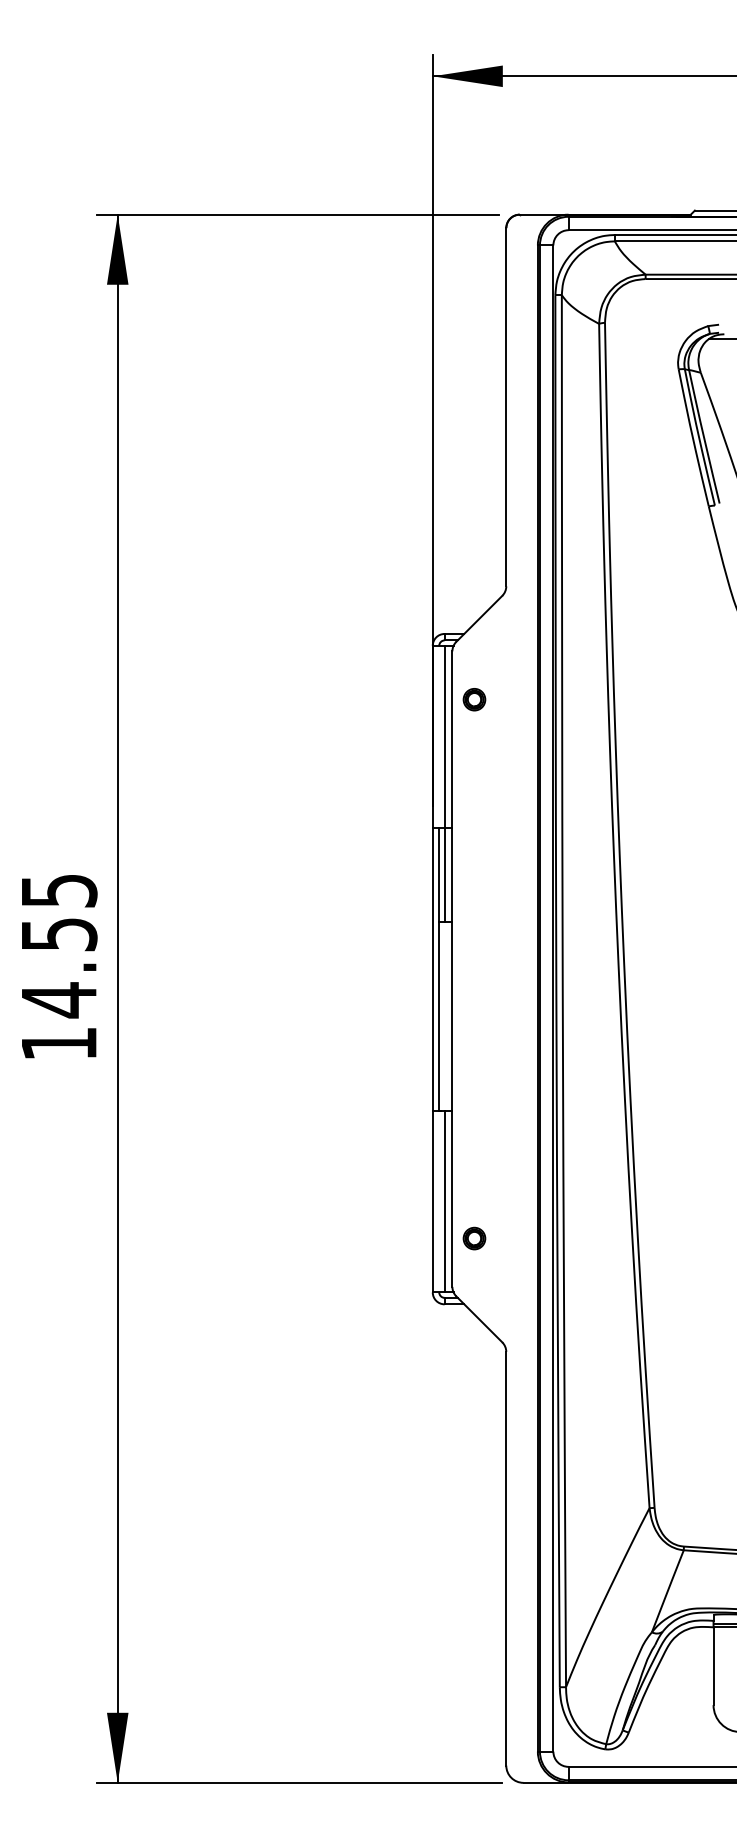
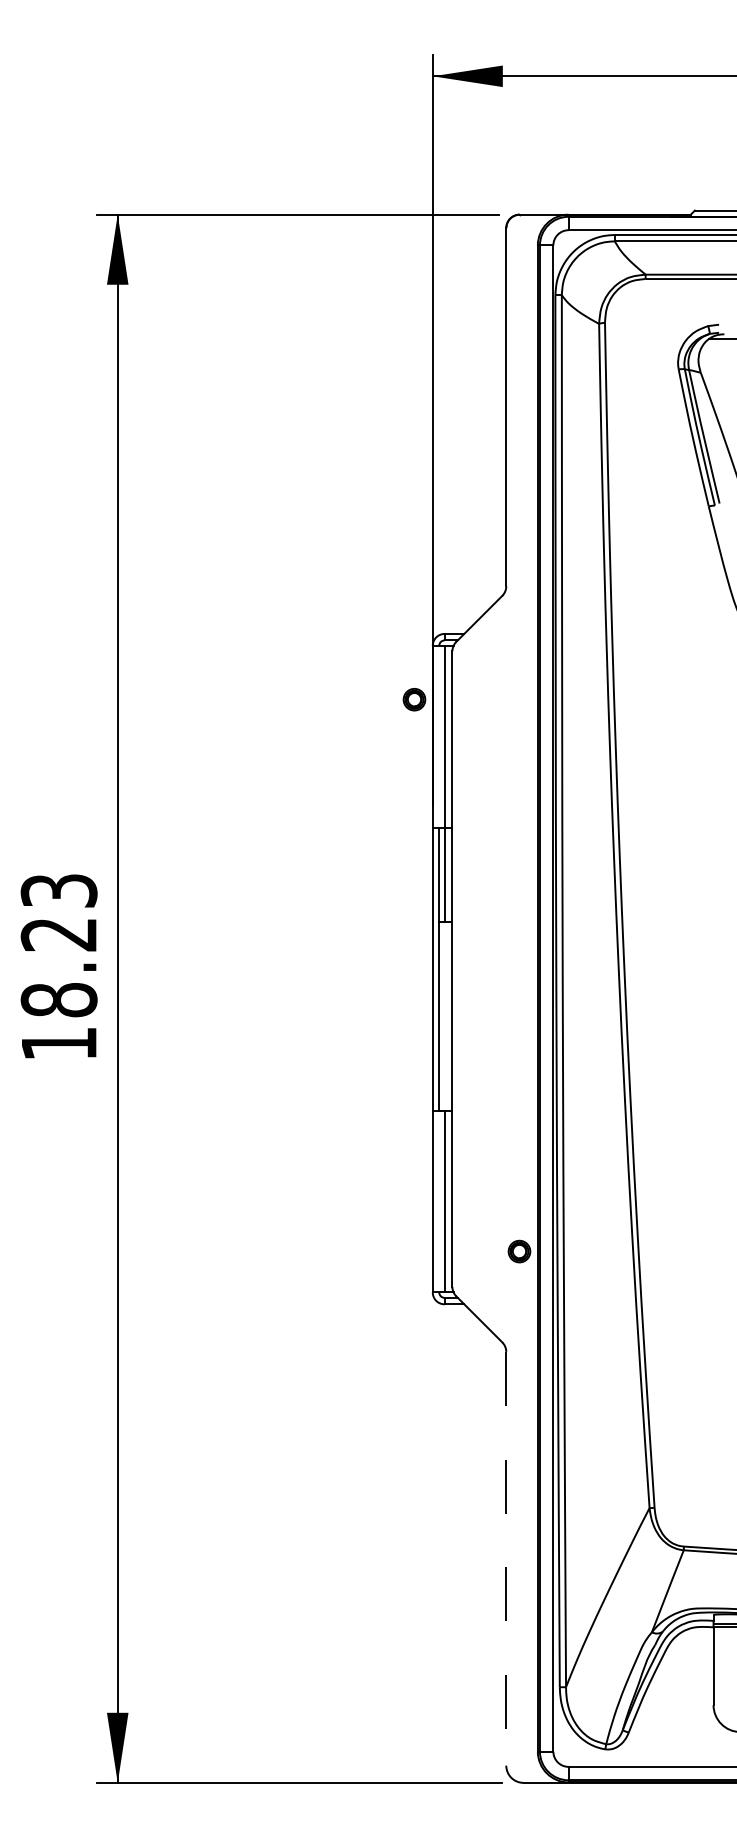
part at (474, 699) position: (474, 699) -> (414, 699)
text at (58, 946): 14.55 -> 18.23
part at (474, 1238) position: (474, 1238) -> (519, 1251)
line at (506, 1558): solid -> dashed
